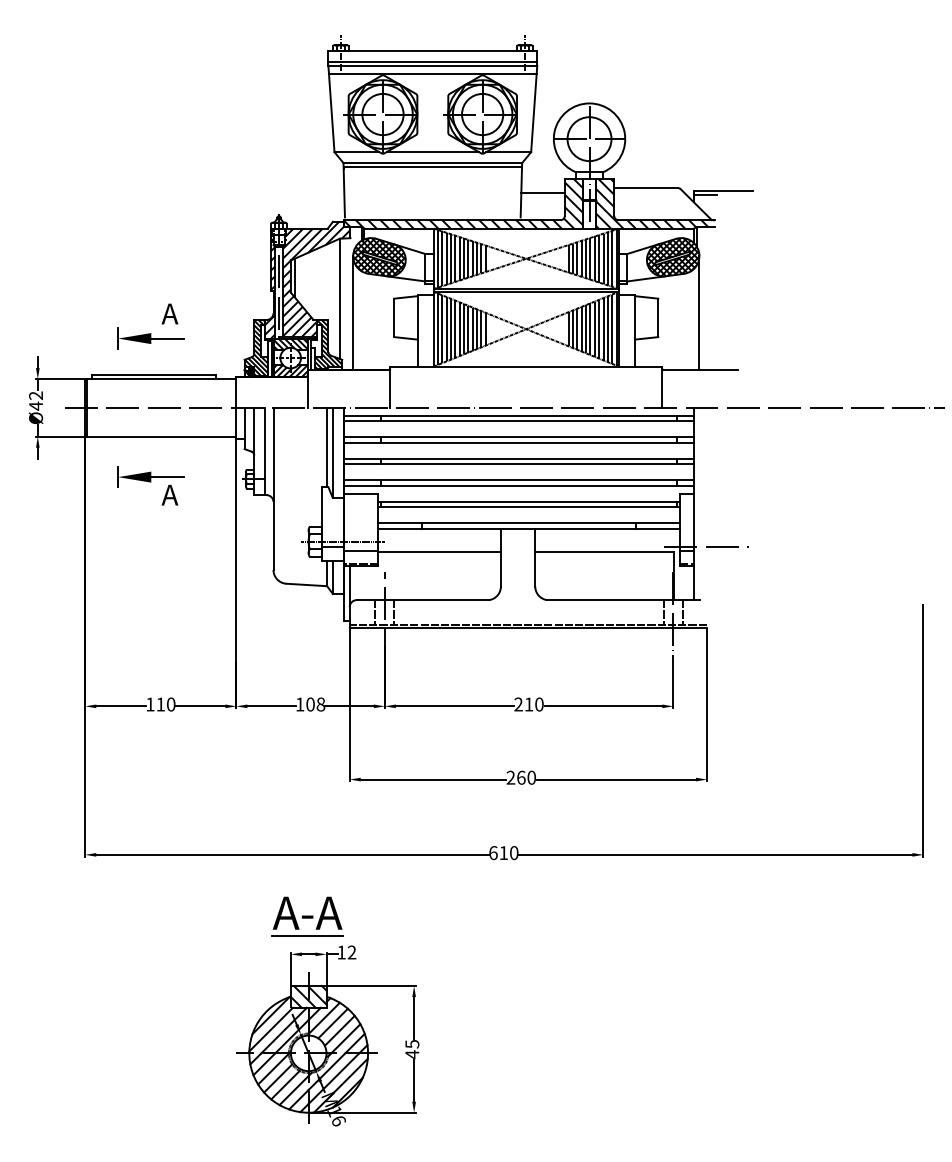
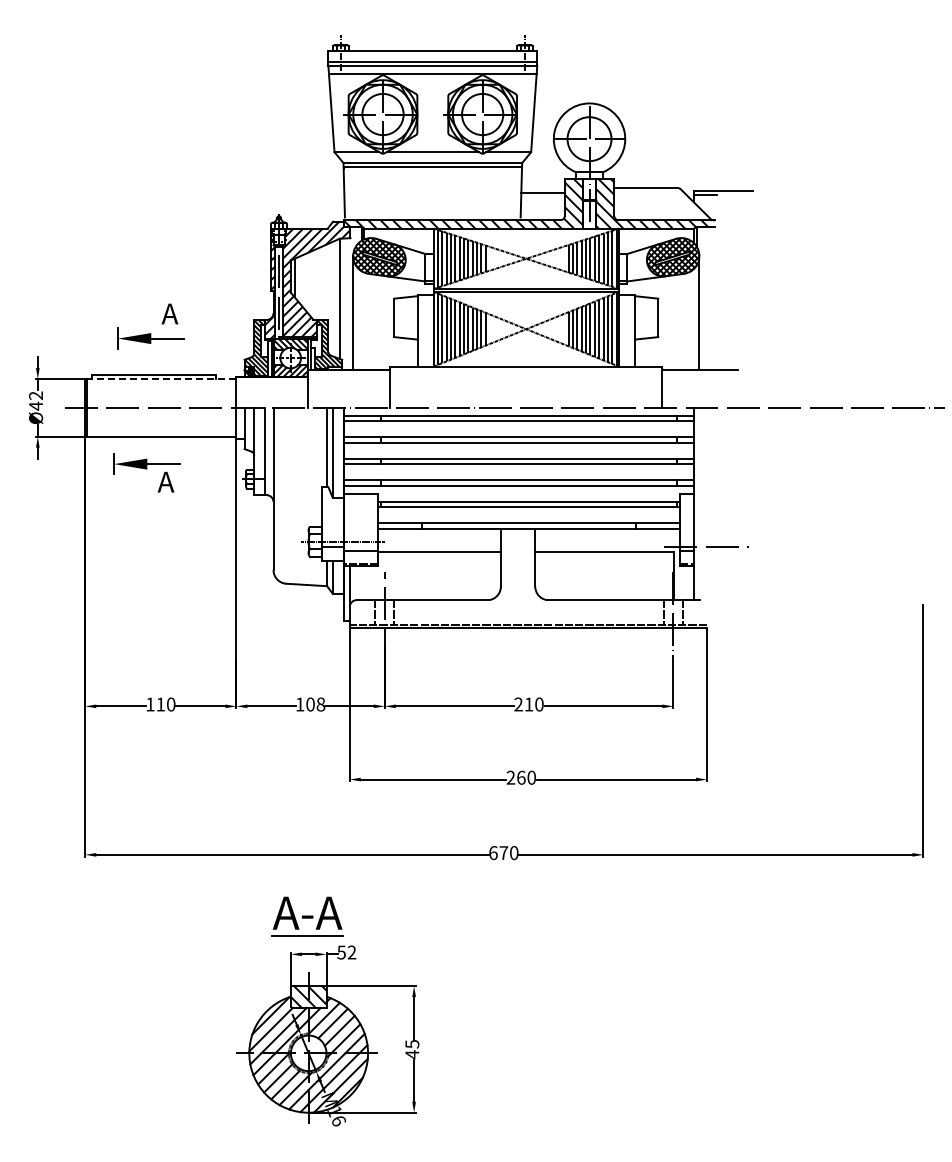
line at (161, 379): solid -> dashed
part at (150, 485) position: (150, 485) -> (146, 472)
text at (503, 852): 610 -> 670
text at (341, 952): 12 -> 52
